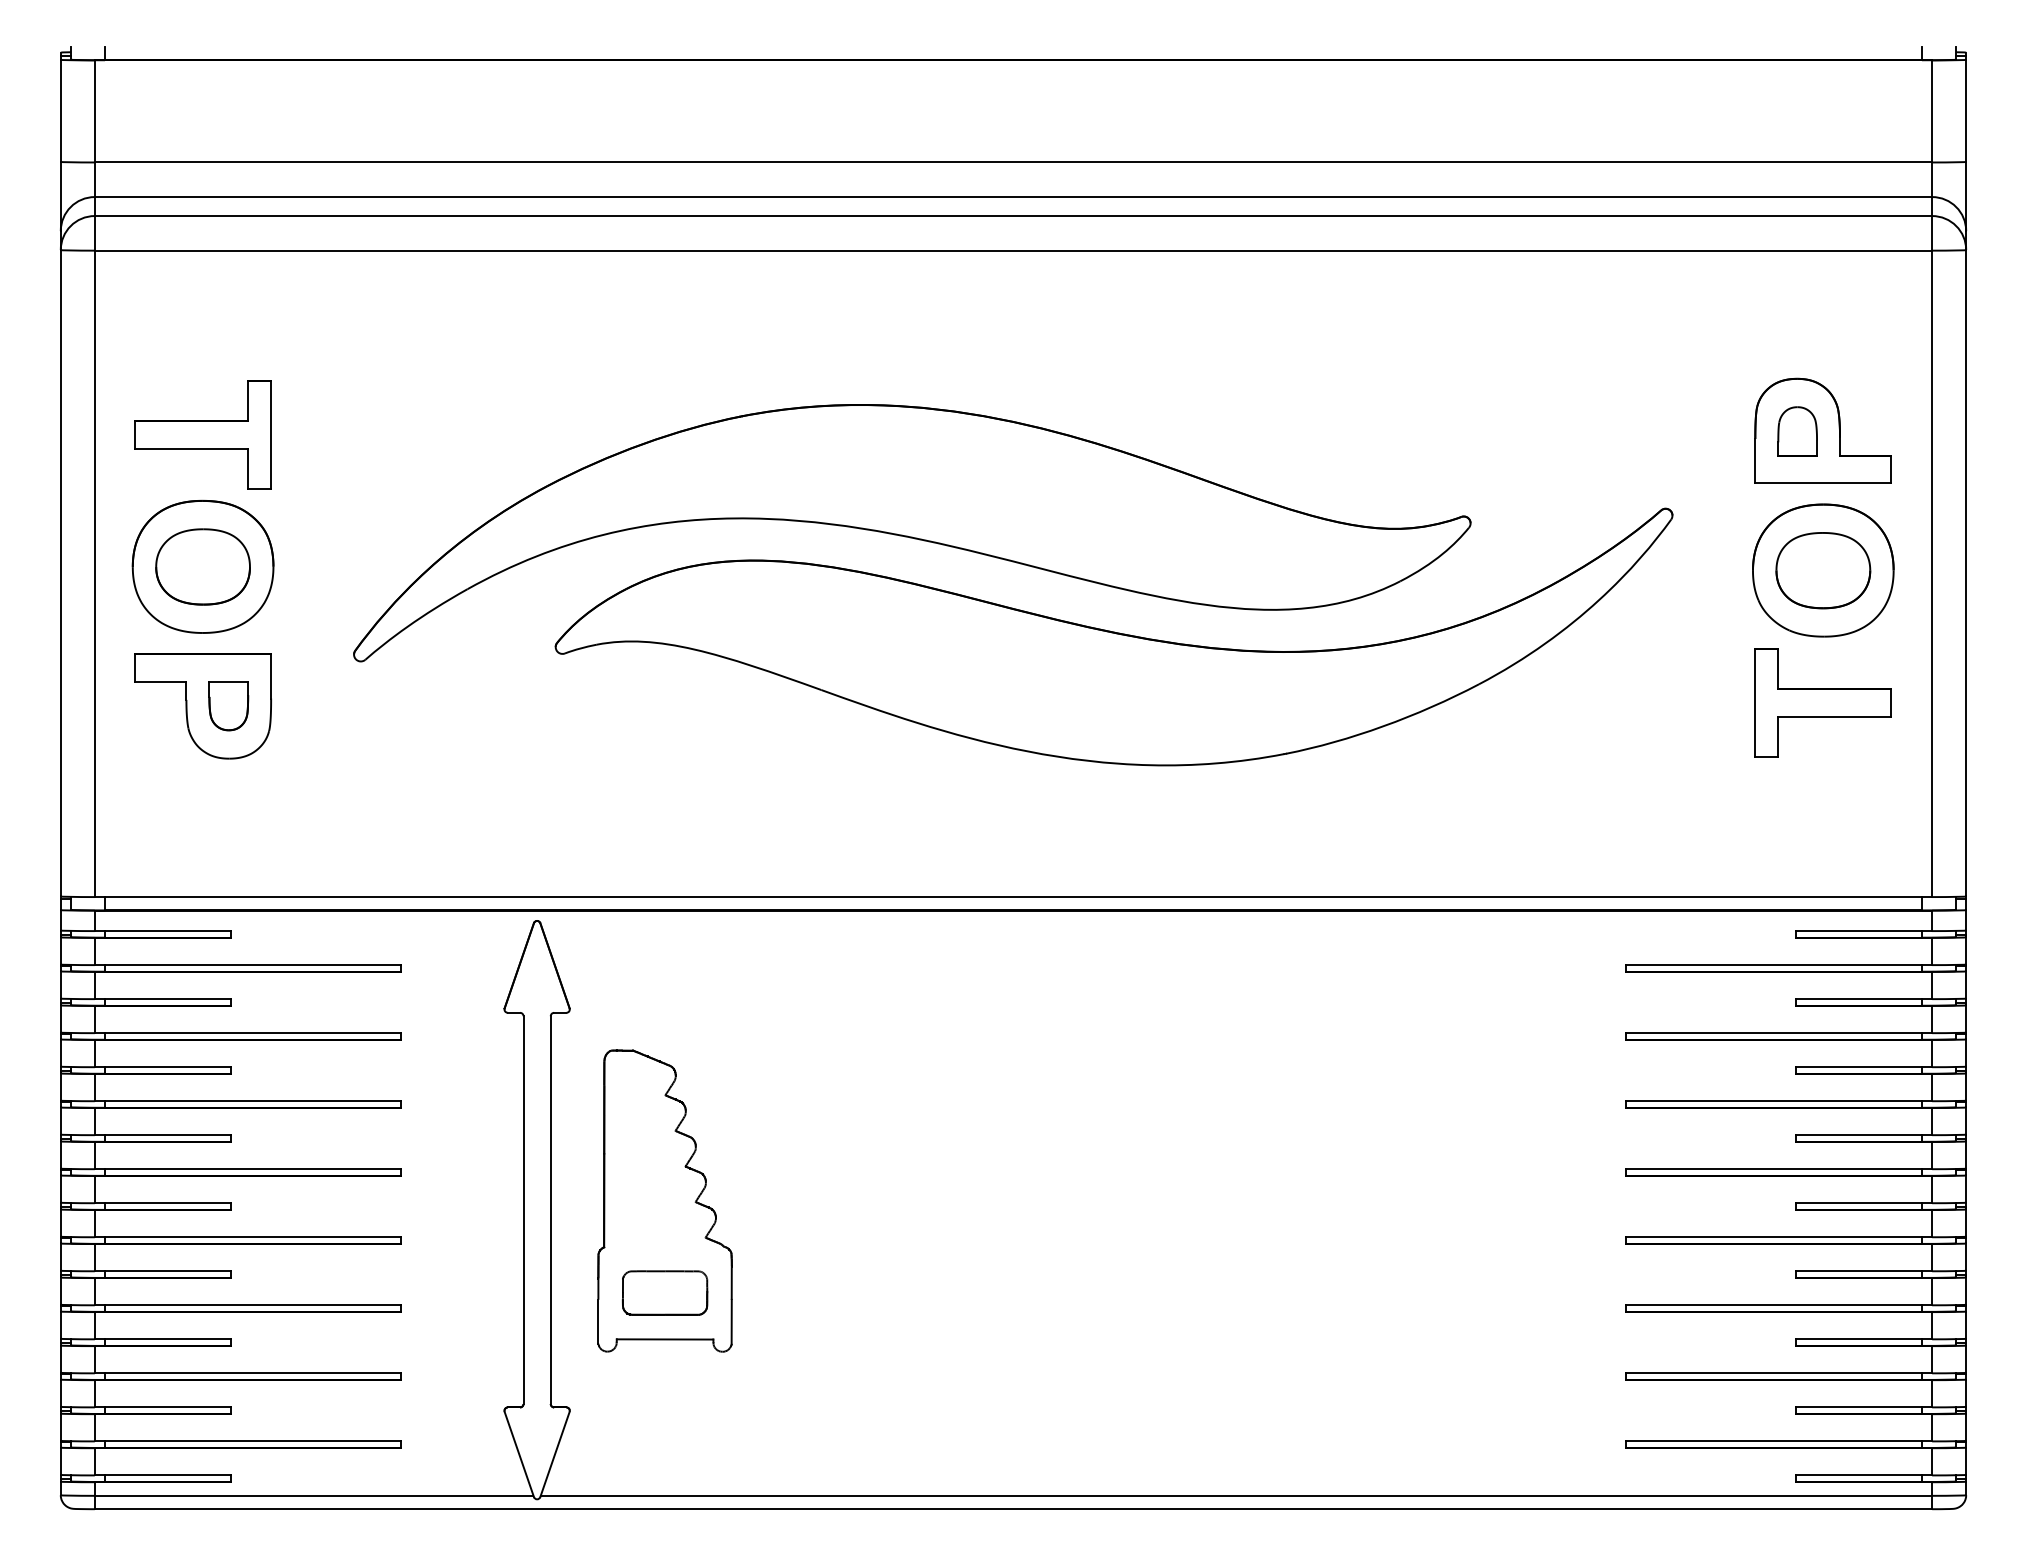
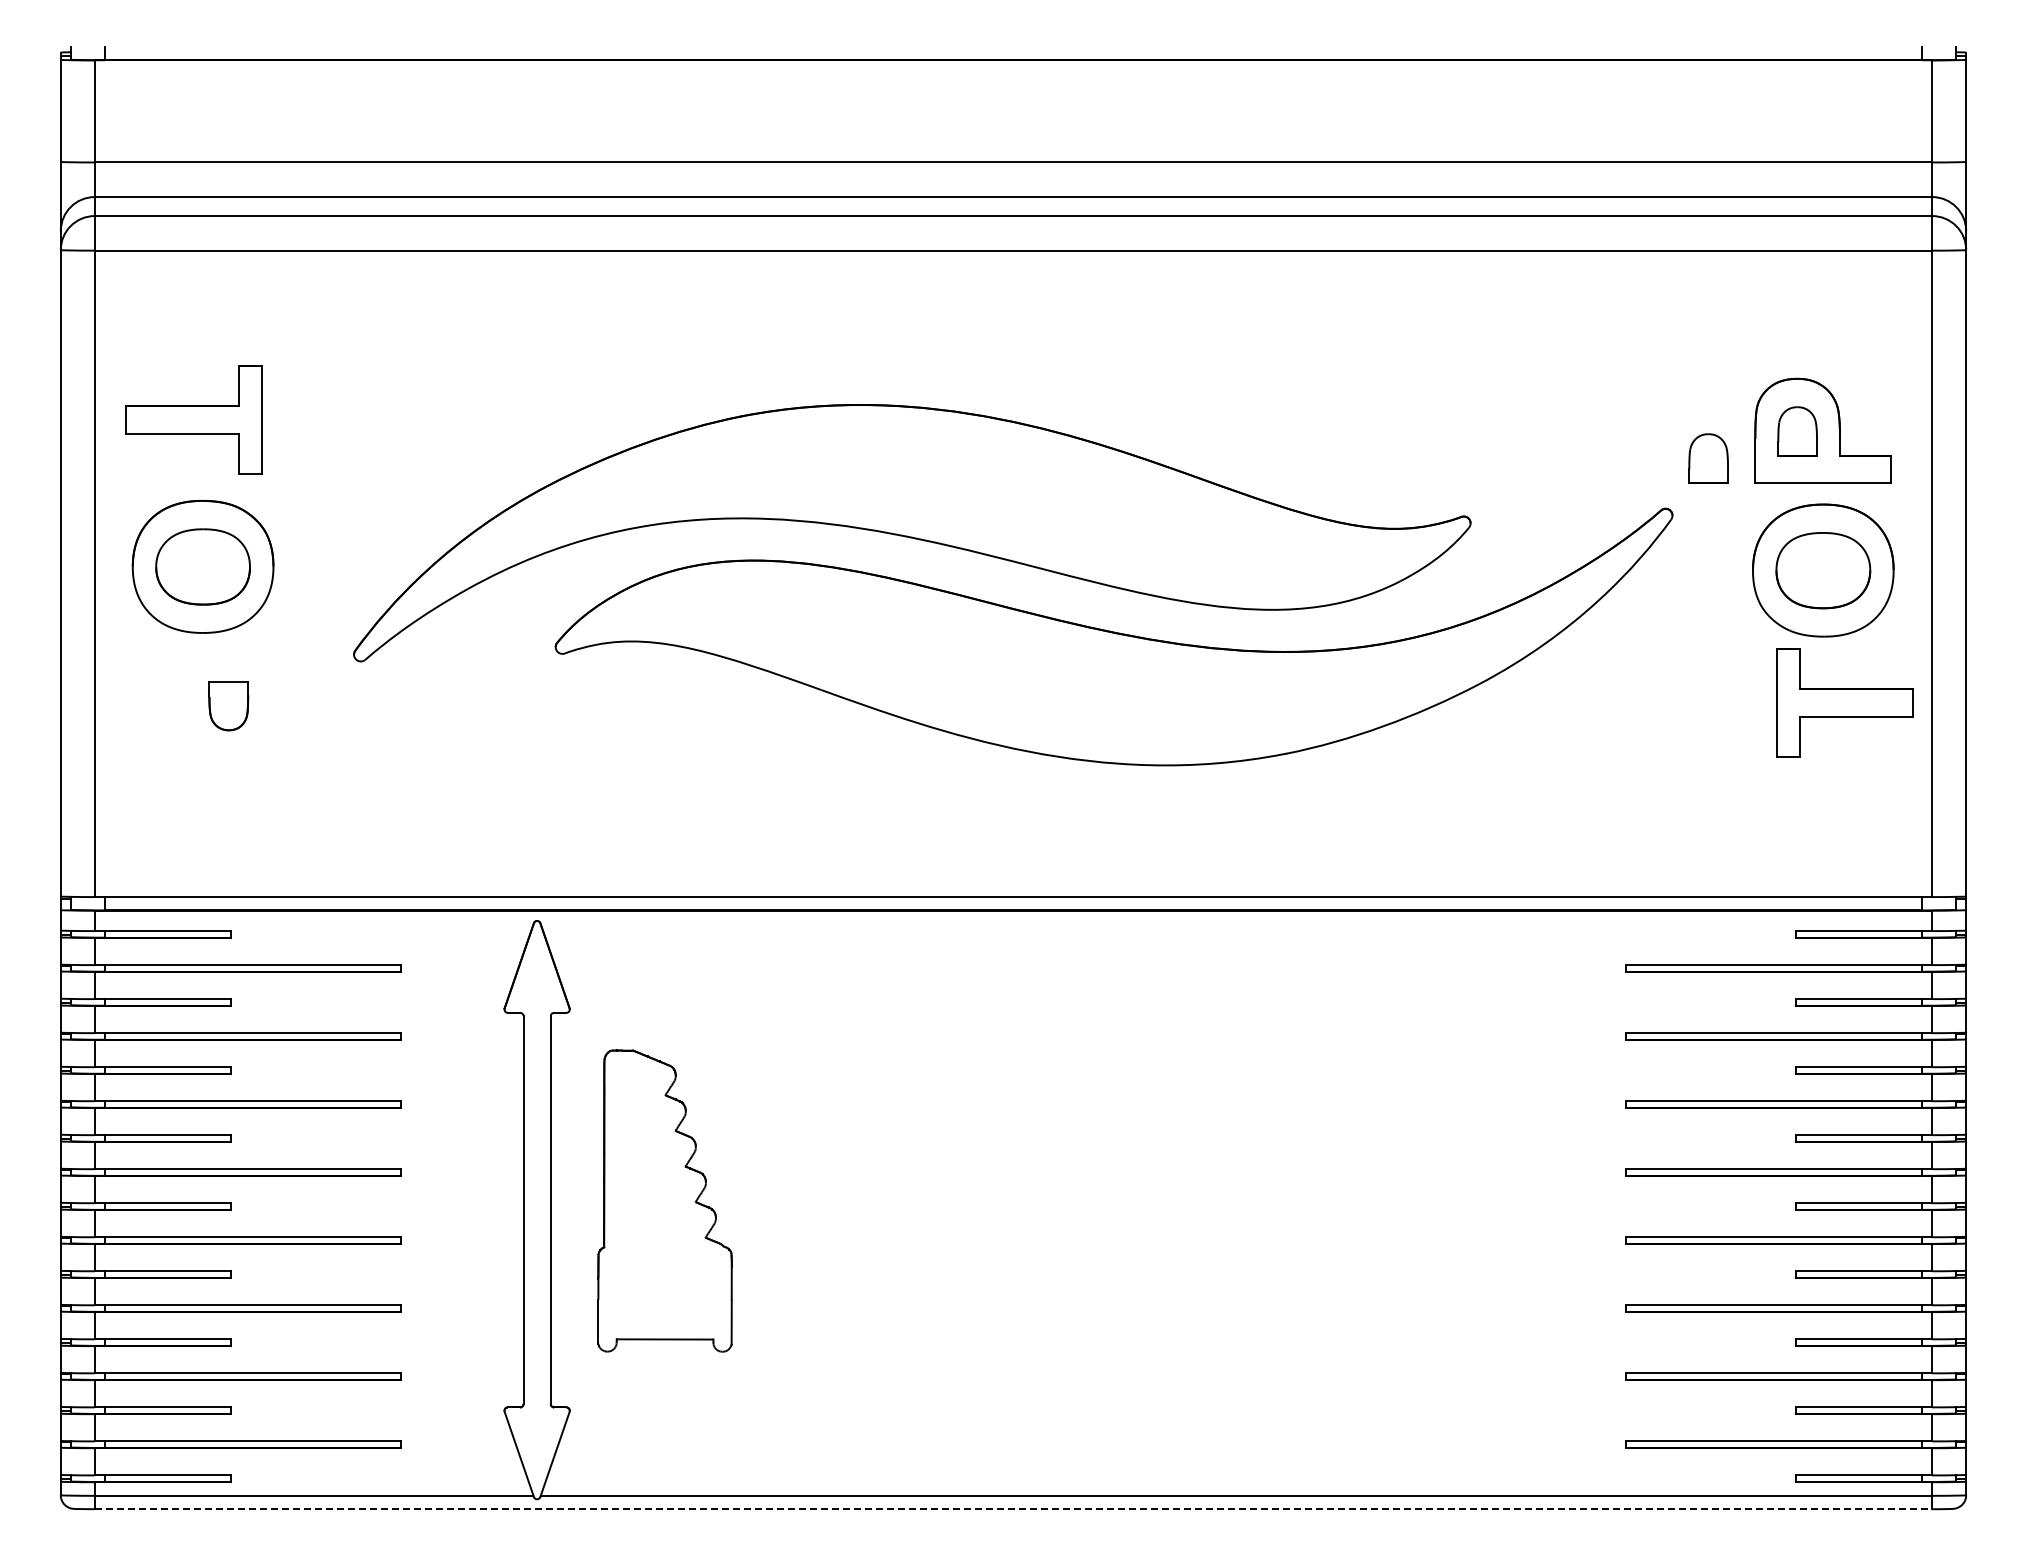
part at (202, 434) position: (202, 434) -> (193, 419)
part at (1708, 458): none -> present
part at (1822, 702) position: (1822, 702) -> (1844, 702)
part at (202, 706): present -> none
part at (665, 1292): present -> none
line at (1013, 1509): solid -> dashed
